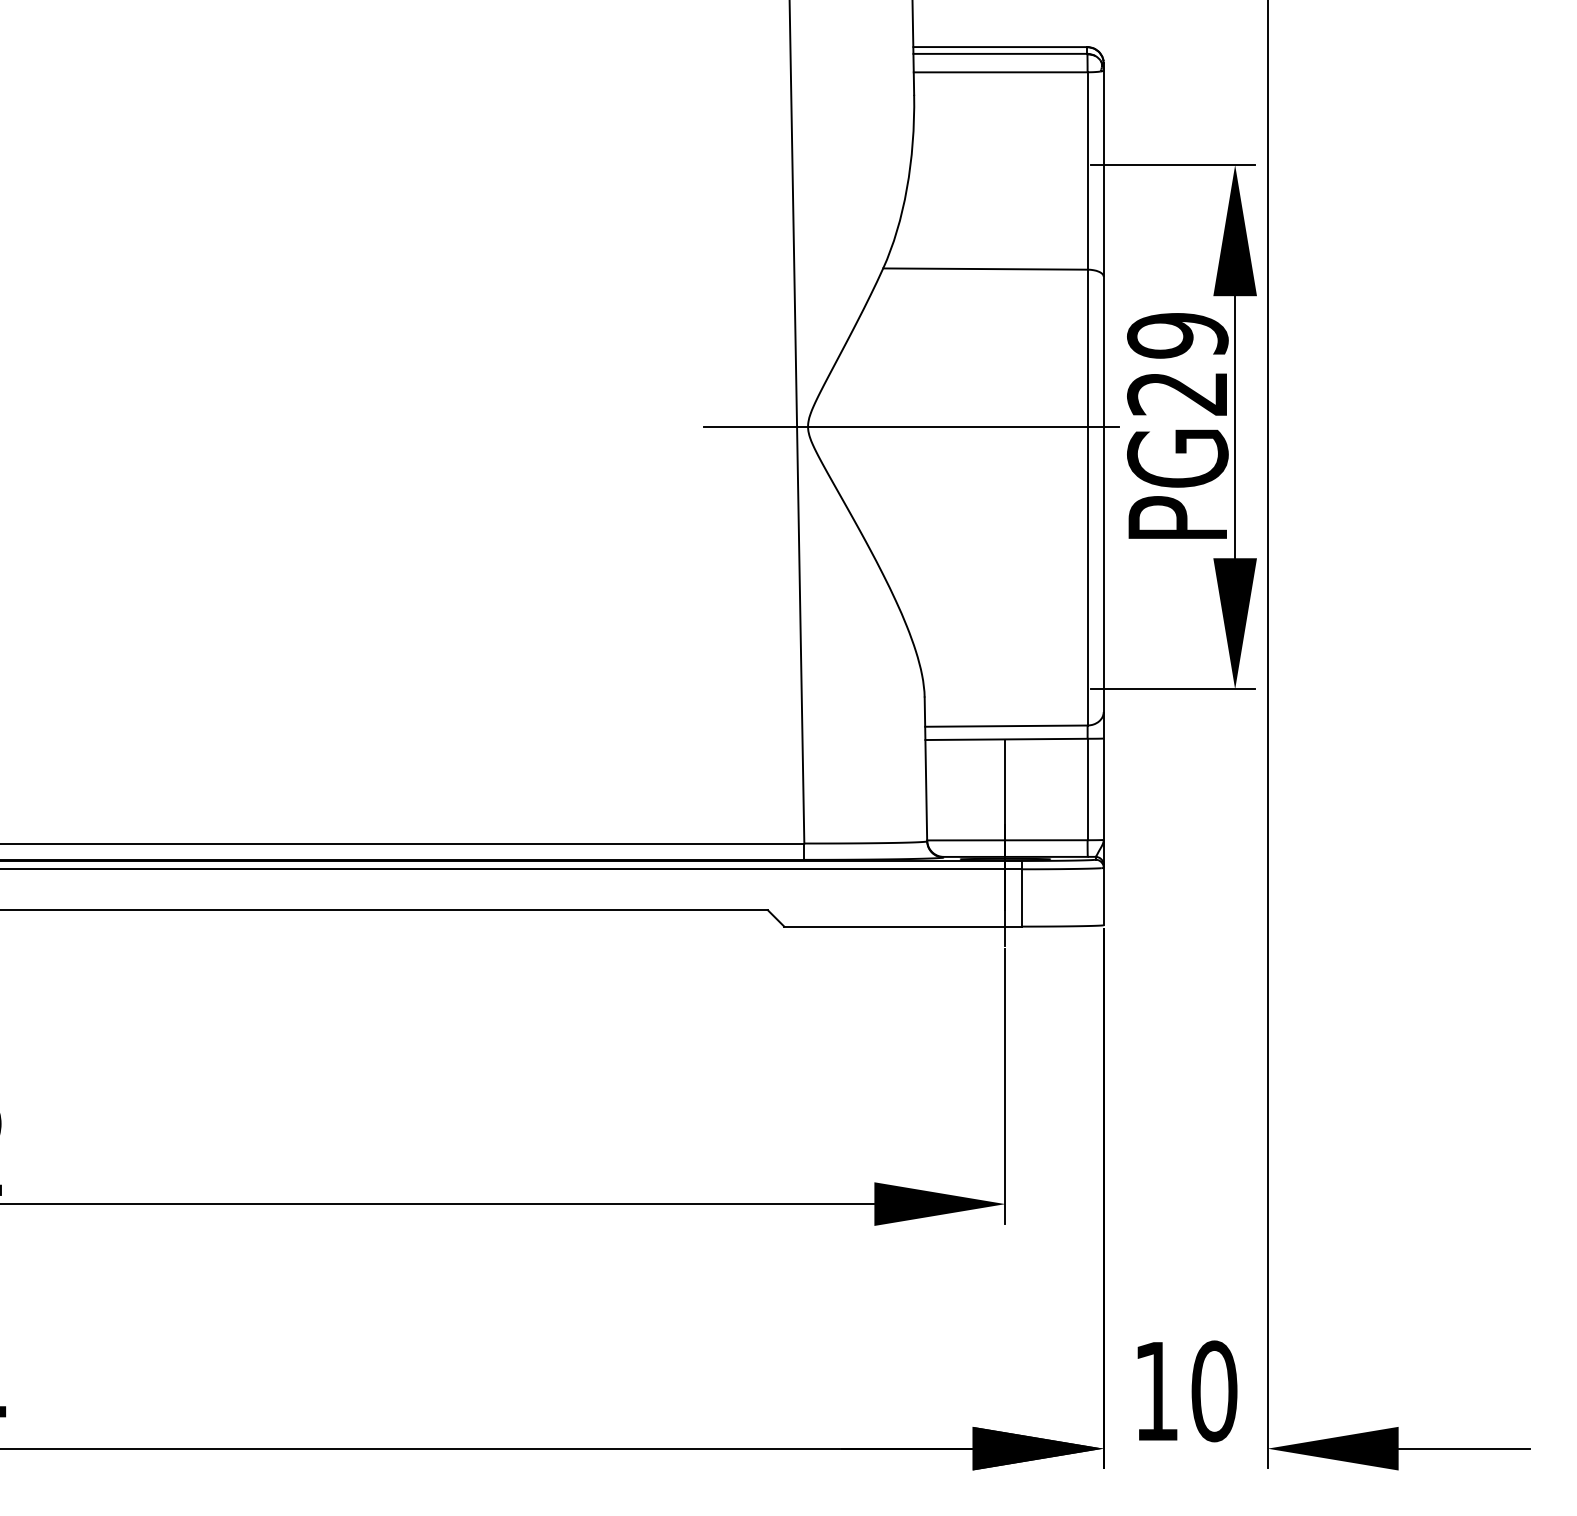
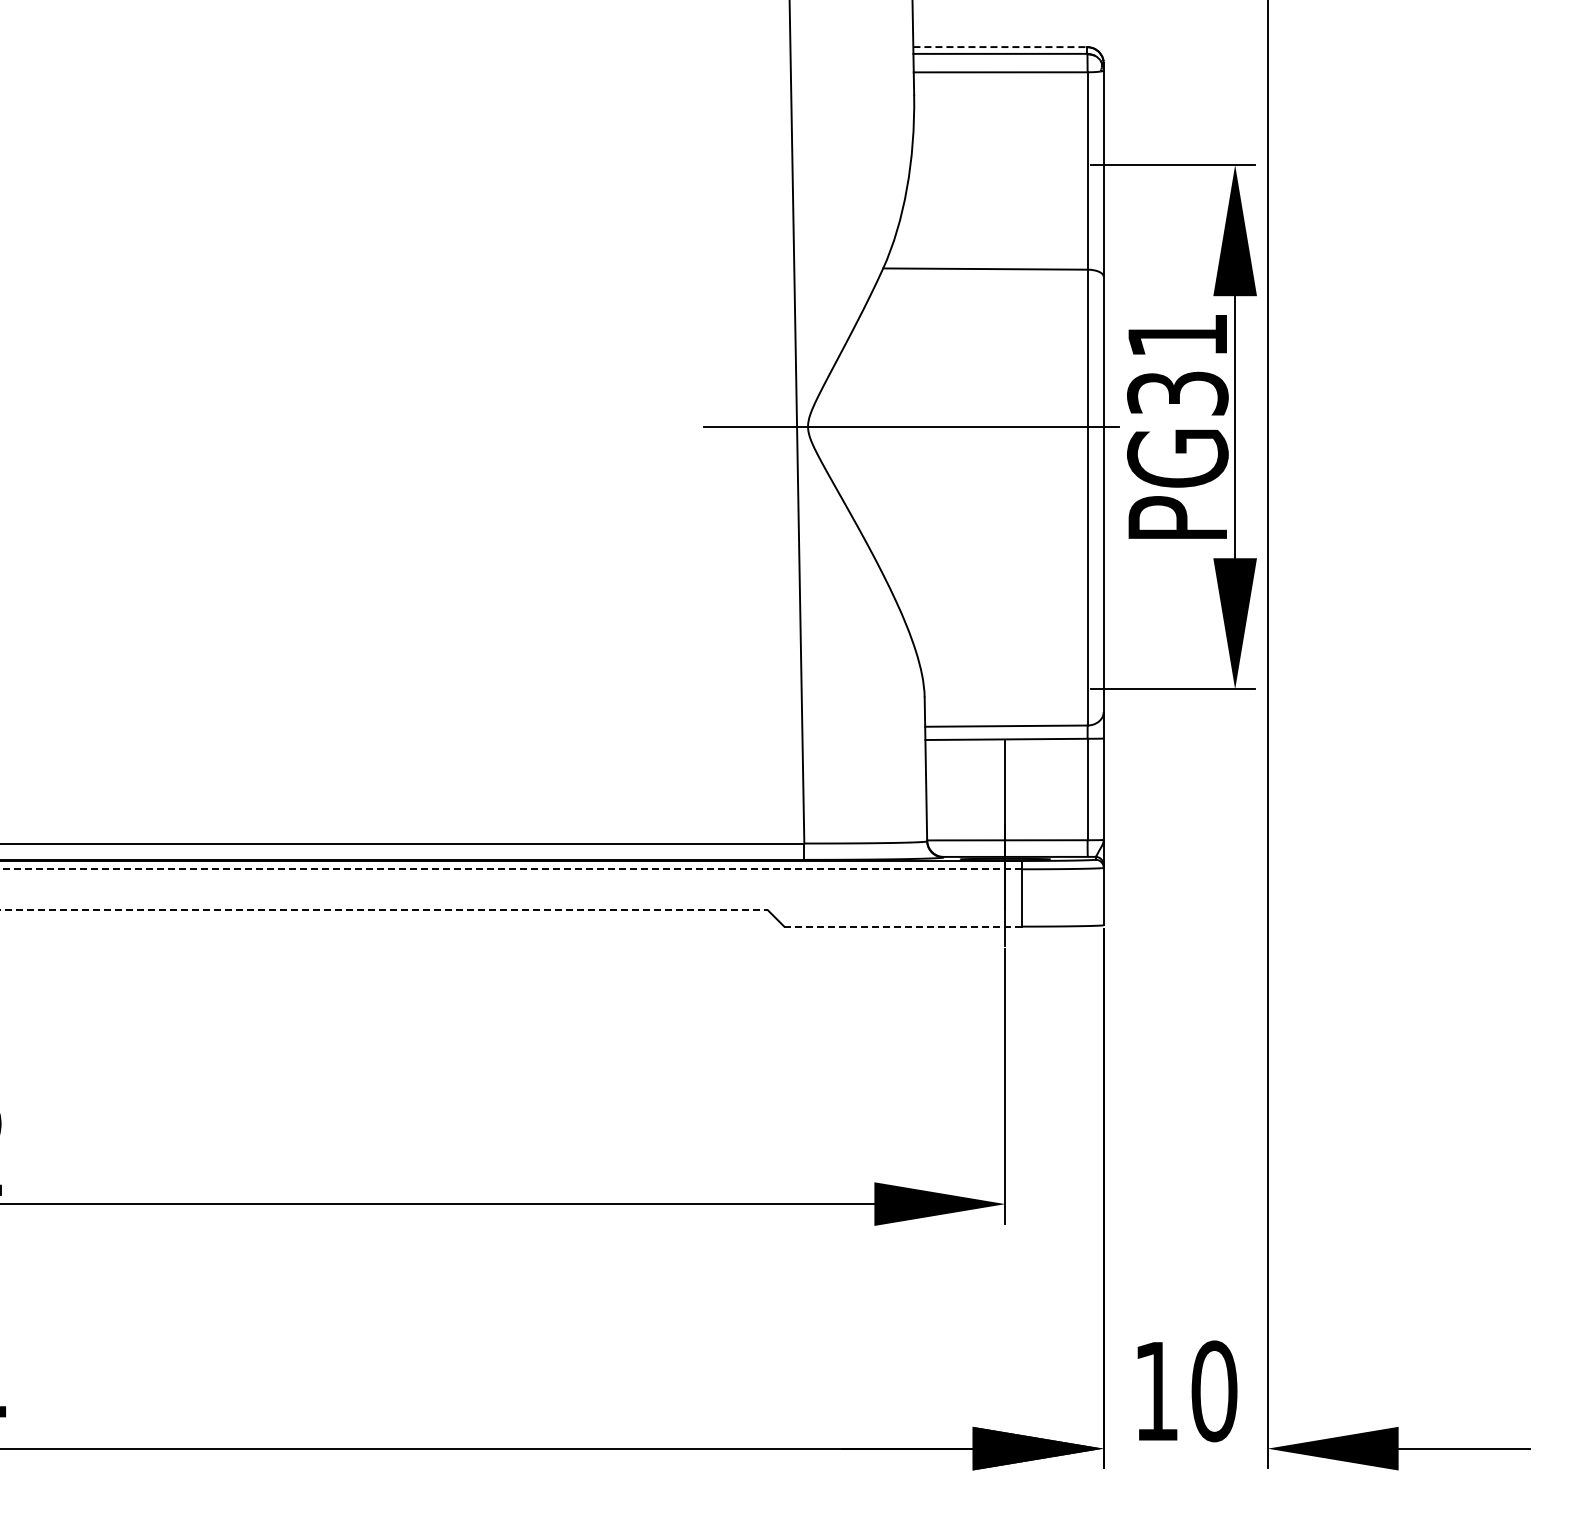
line at (1000, 47): solid -> dashed
text at (1177, 364): PG29 -> PG31
line at (511, 869): solid -> dashed
line at (384, 910): solid -> dashed
line at (903, 926): solid -> dashed
